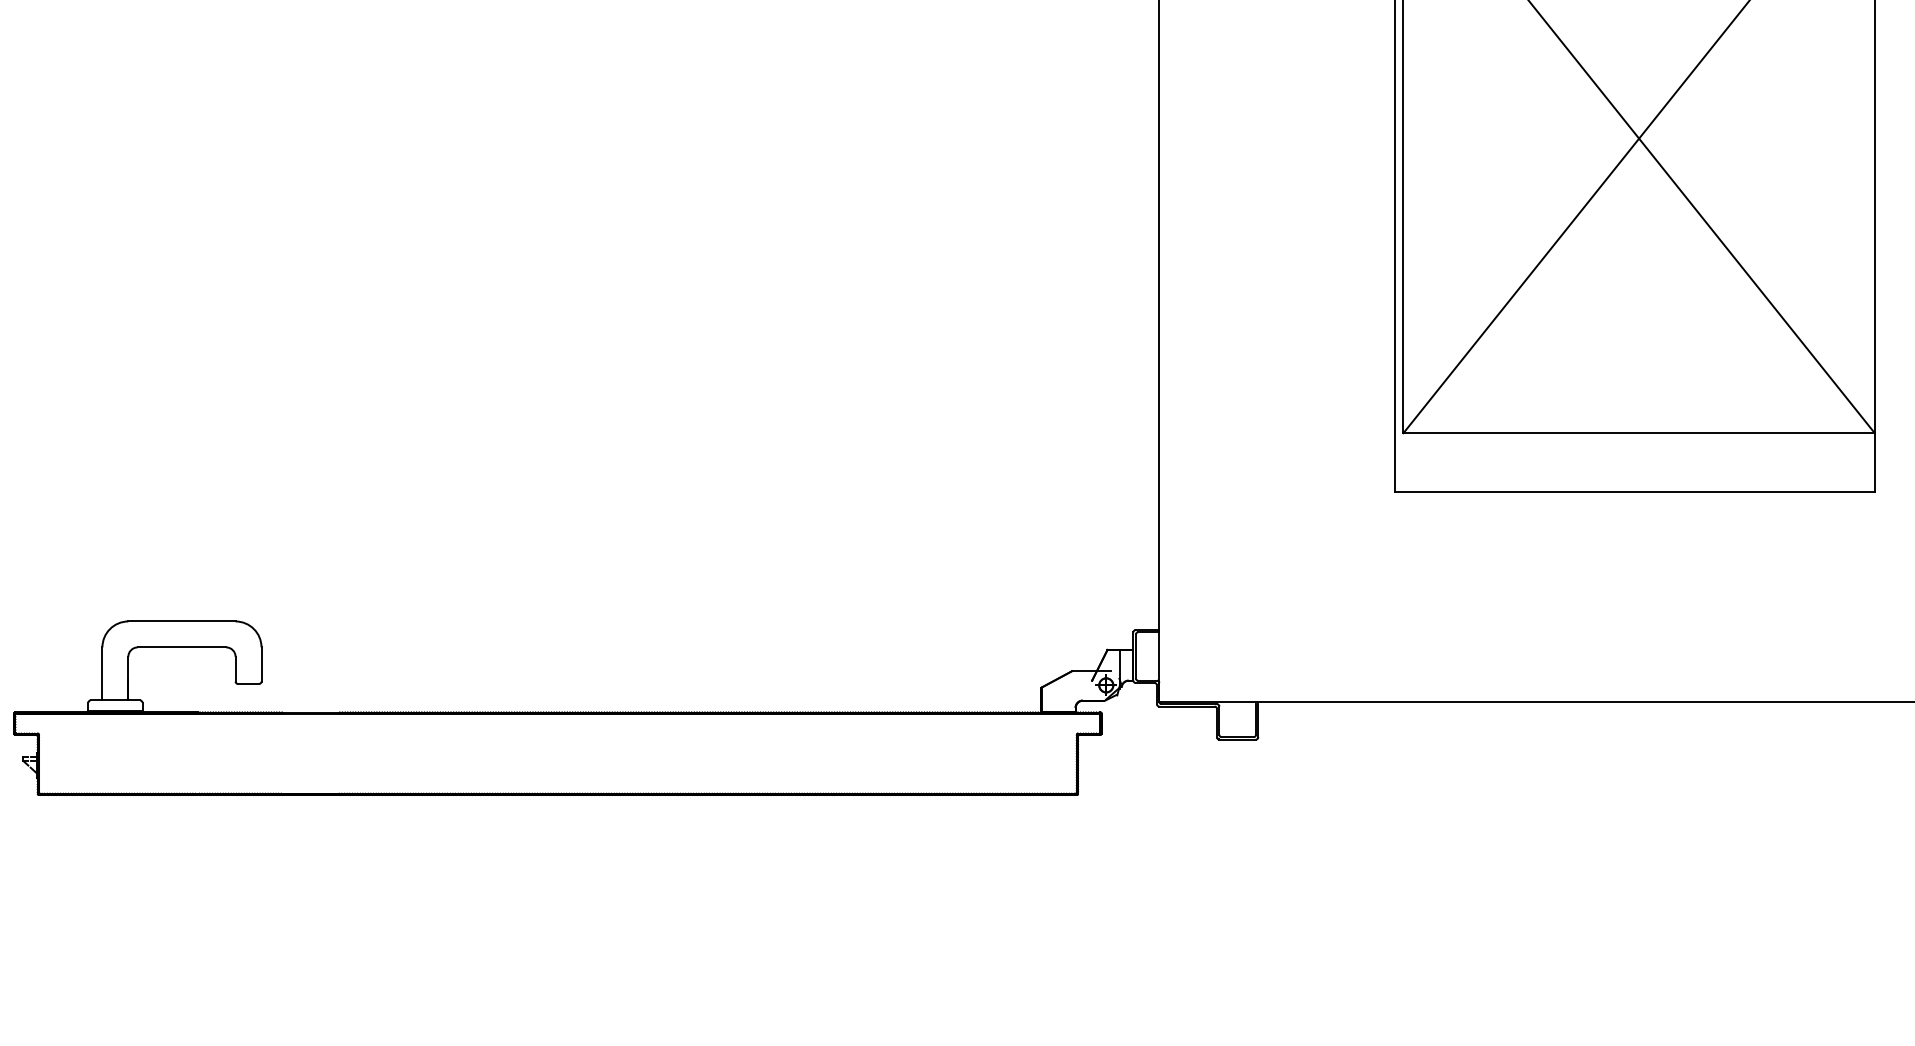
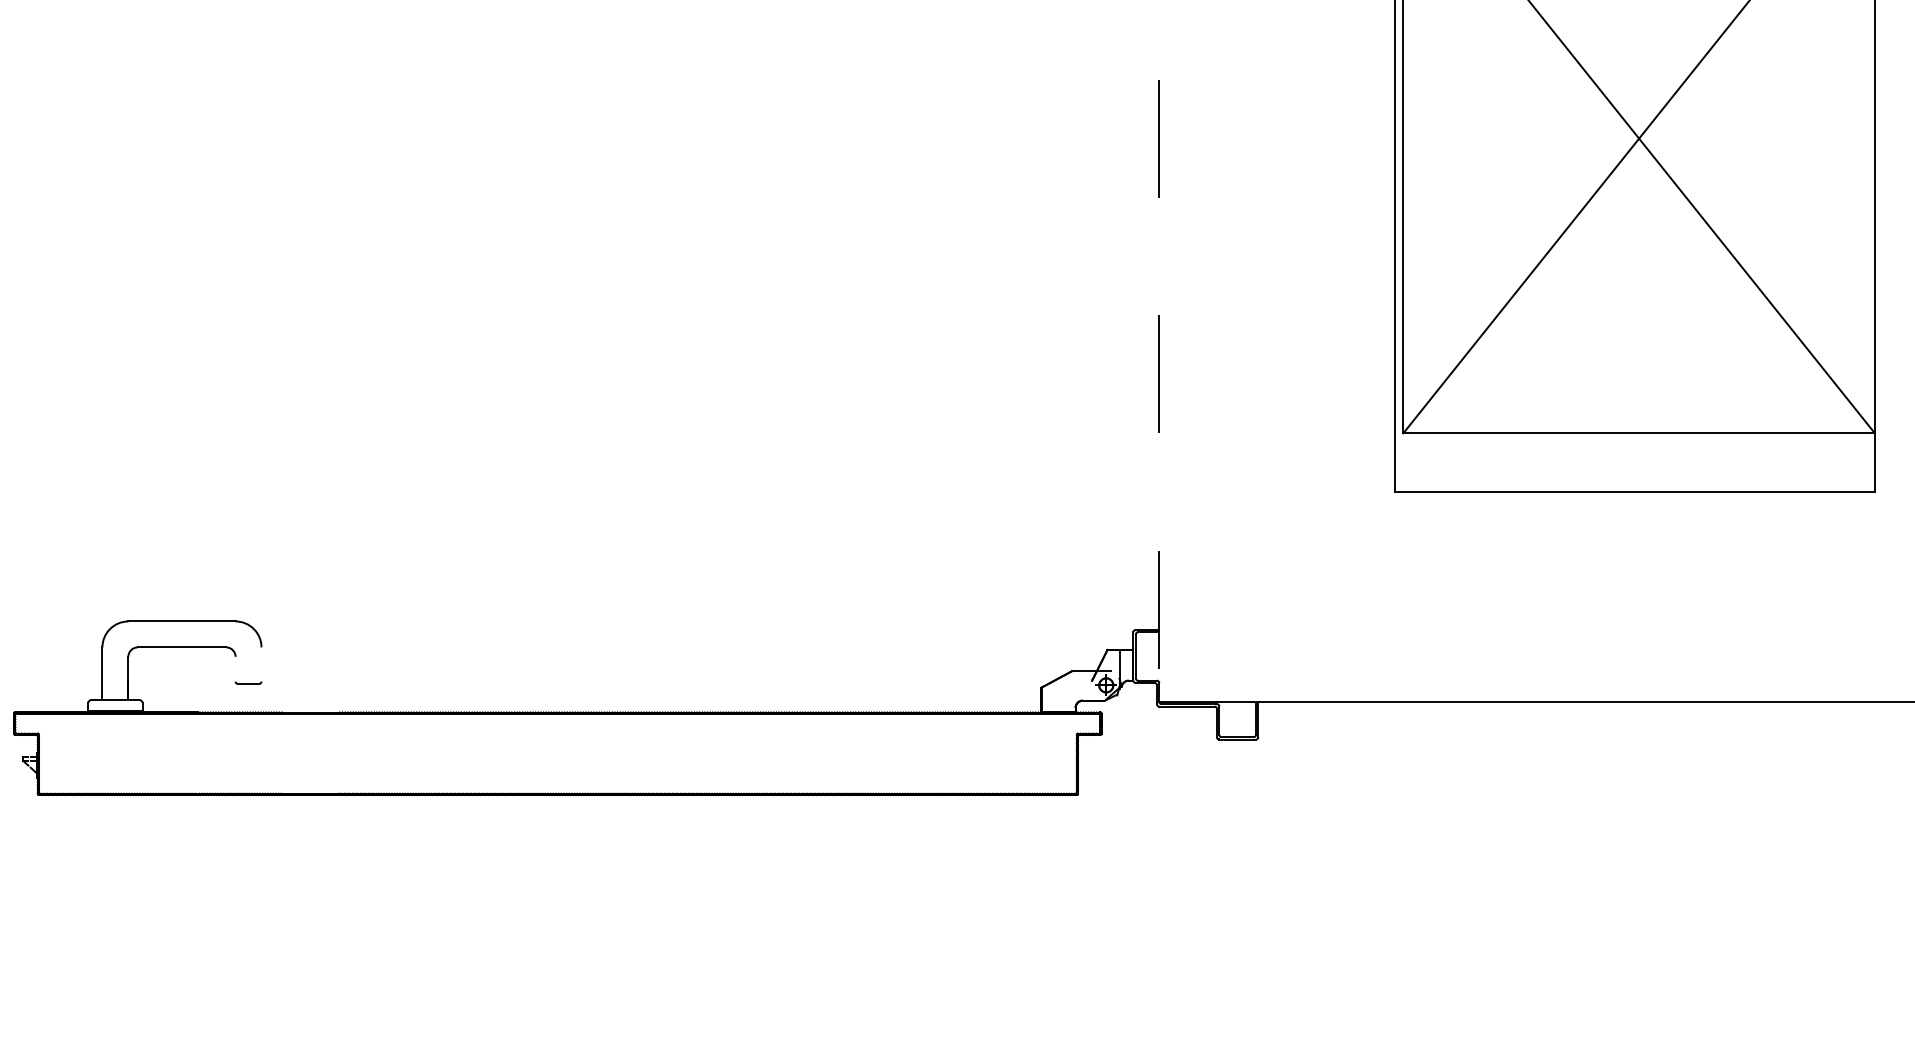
line at (1159, 350): solid -> dashed
line at (261, 664): present -> none
line at (235, 668): present -> none
